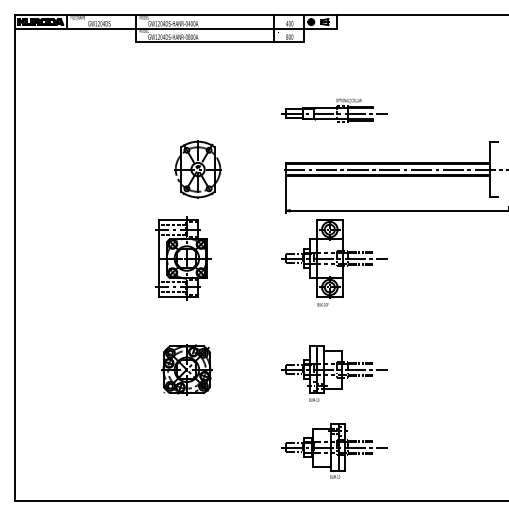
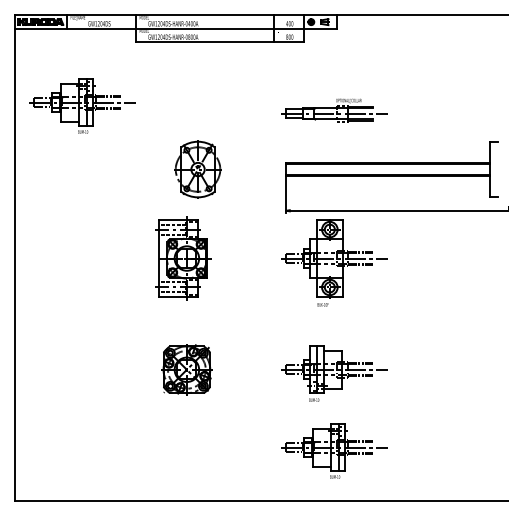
part at (82, 105): none -> present
line at (394, 169): present -> none
